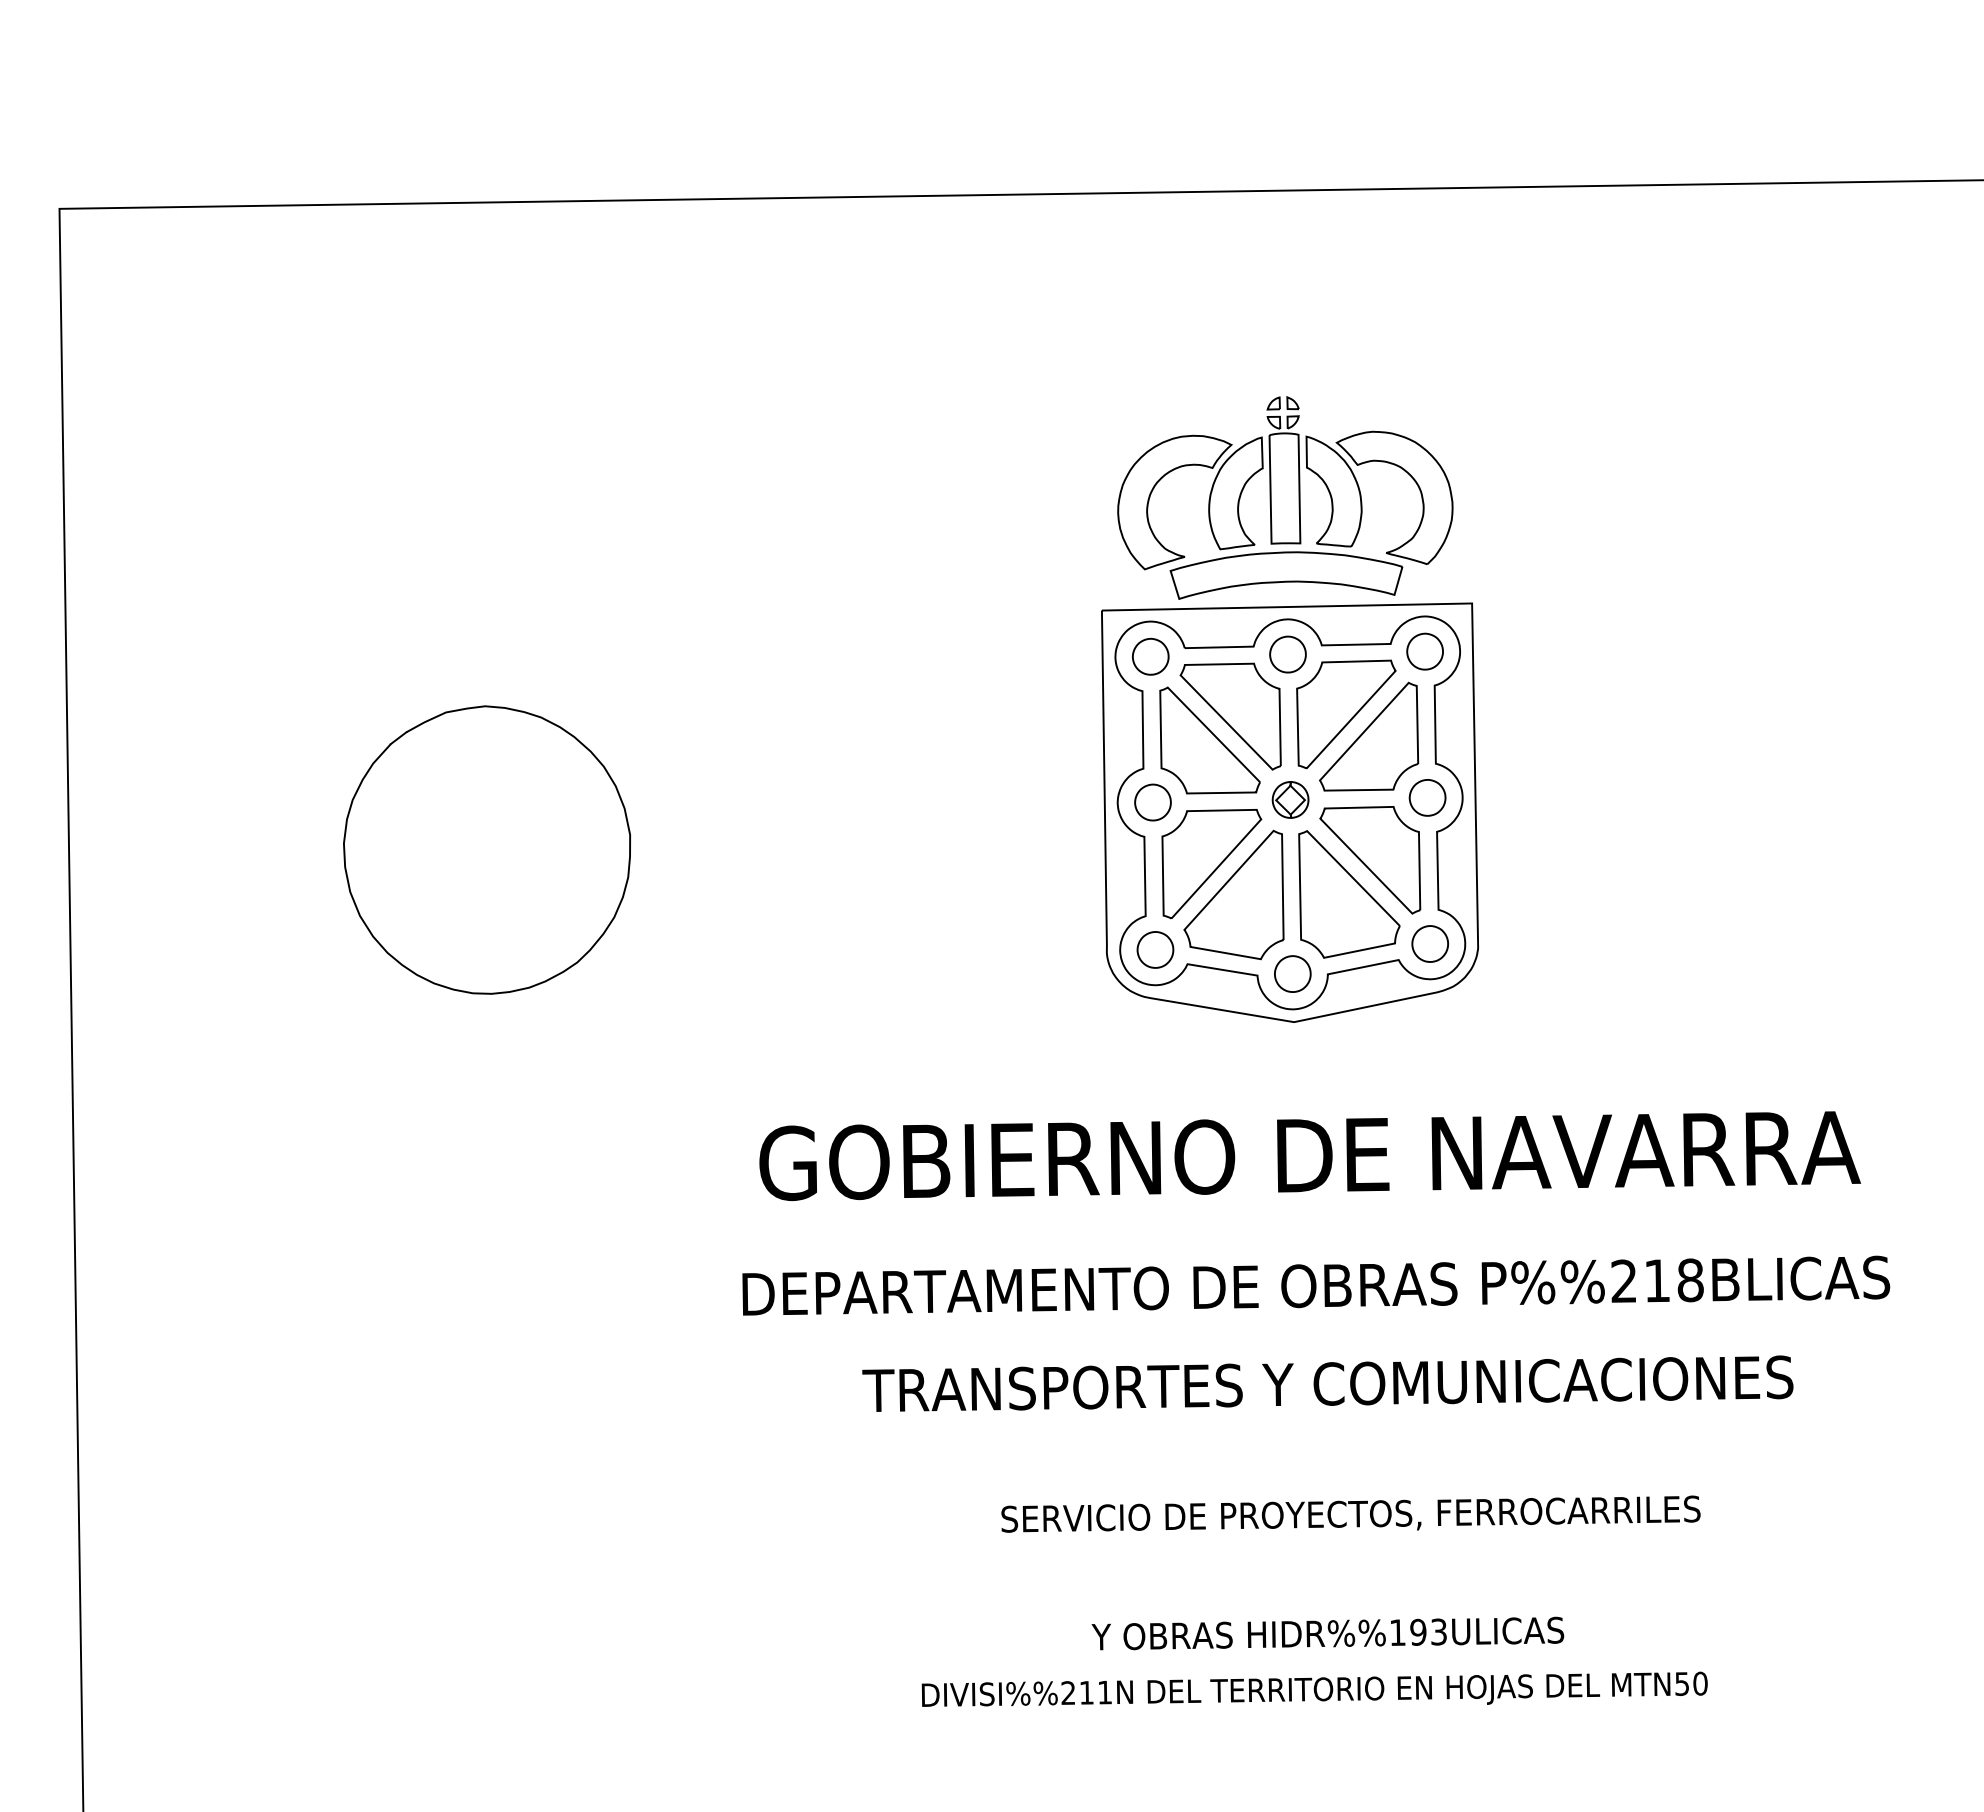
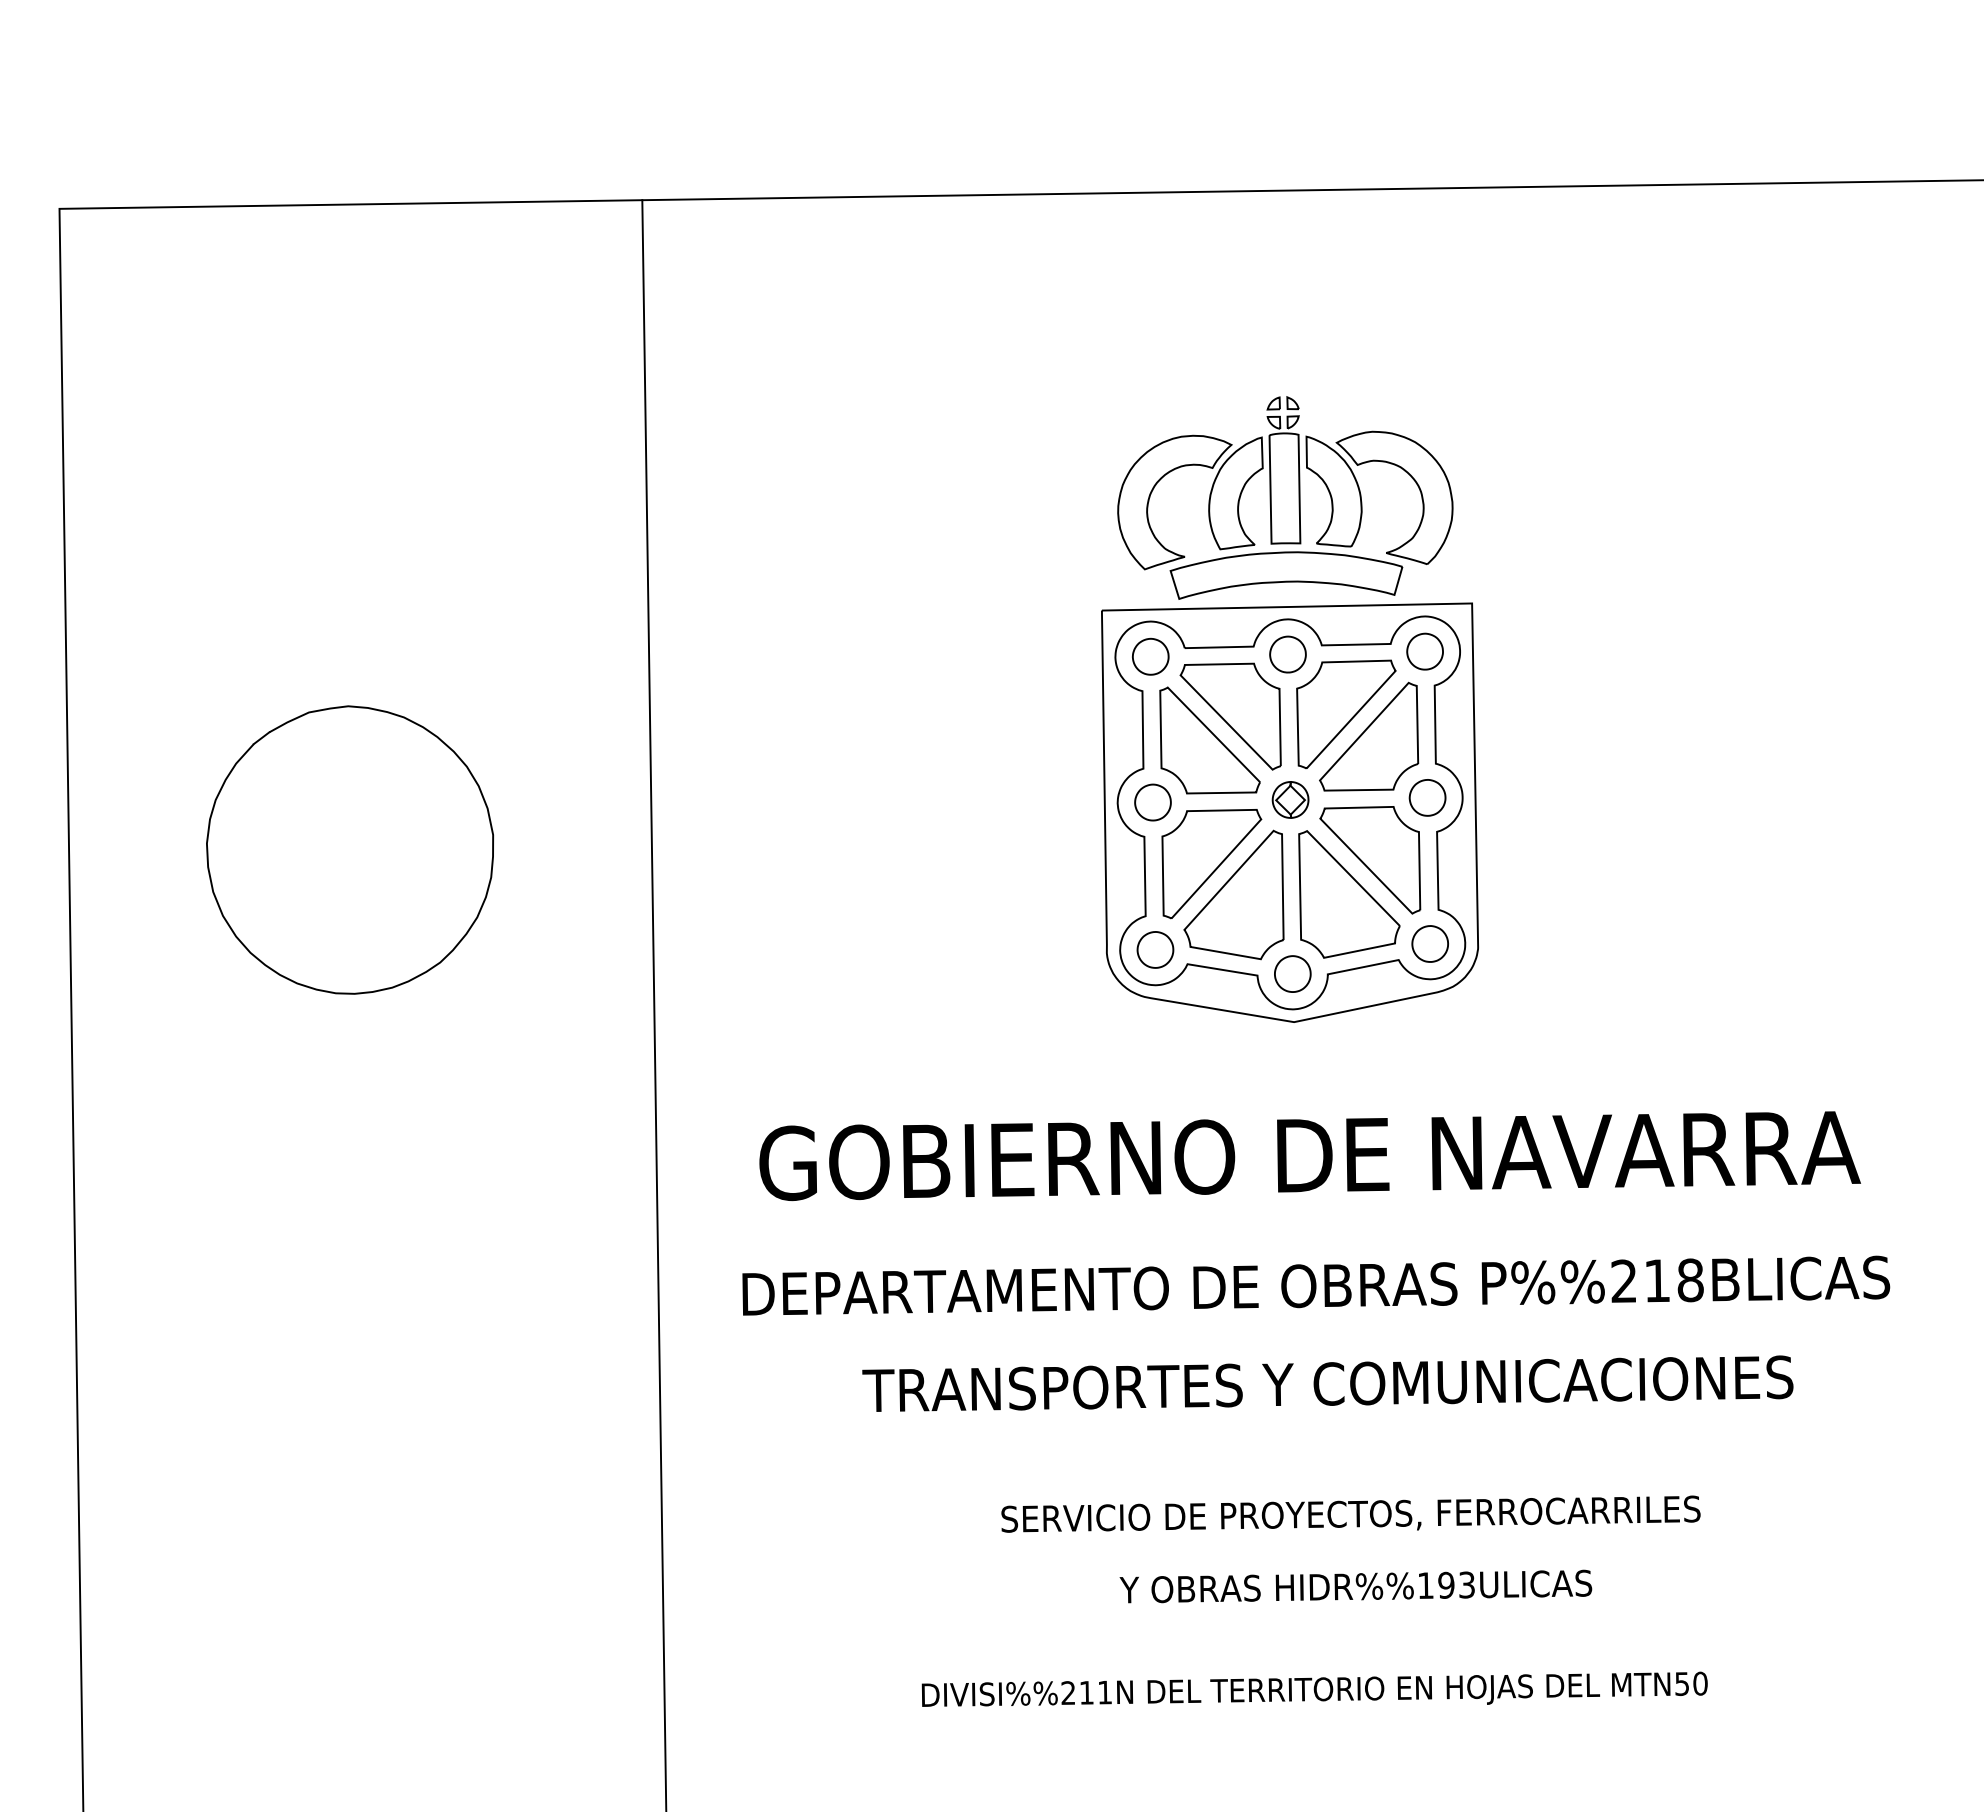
part at (486, 849) position: (486, 849) -> (349, 849)
line at (654, 1004): none -> present
text at (1327, 1633) position: (1327, 1633) -> (1355, 1586)
